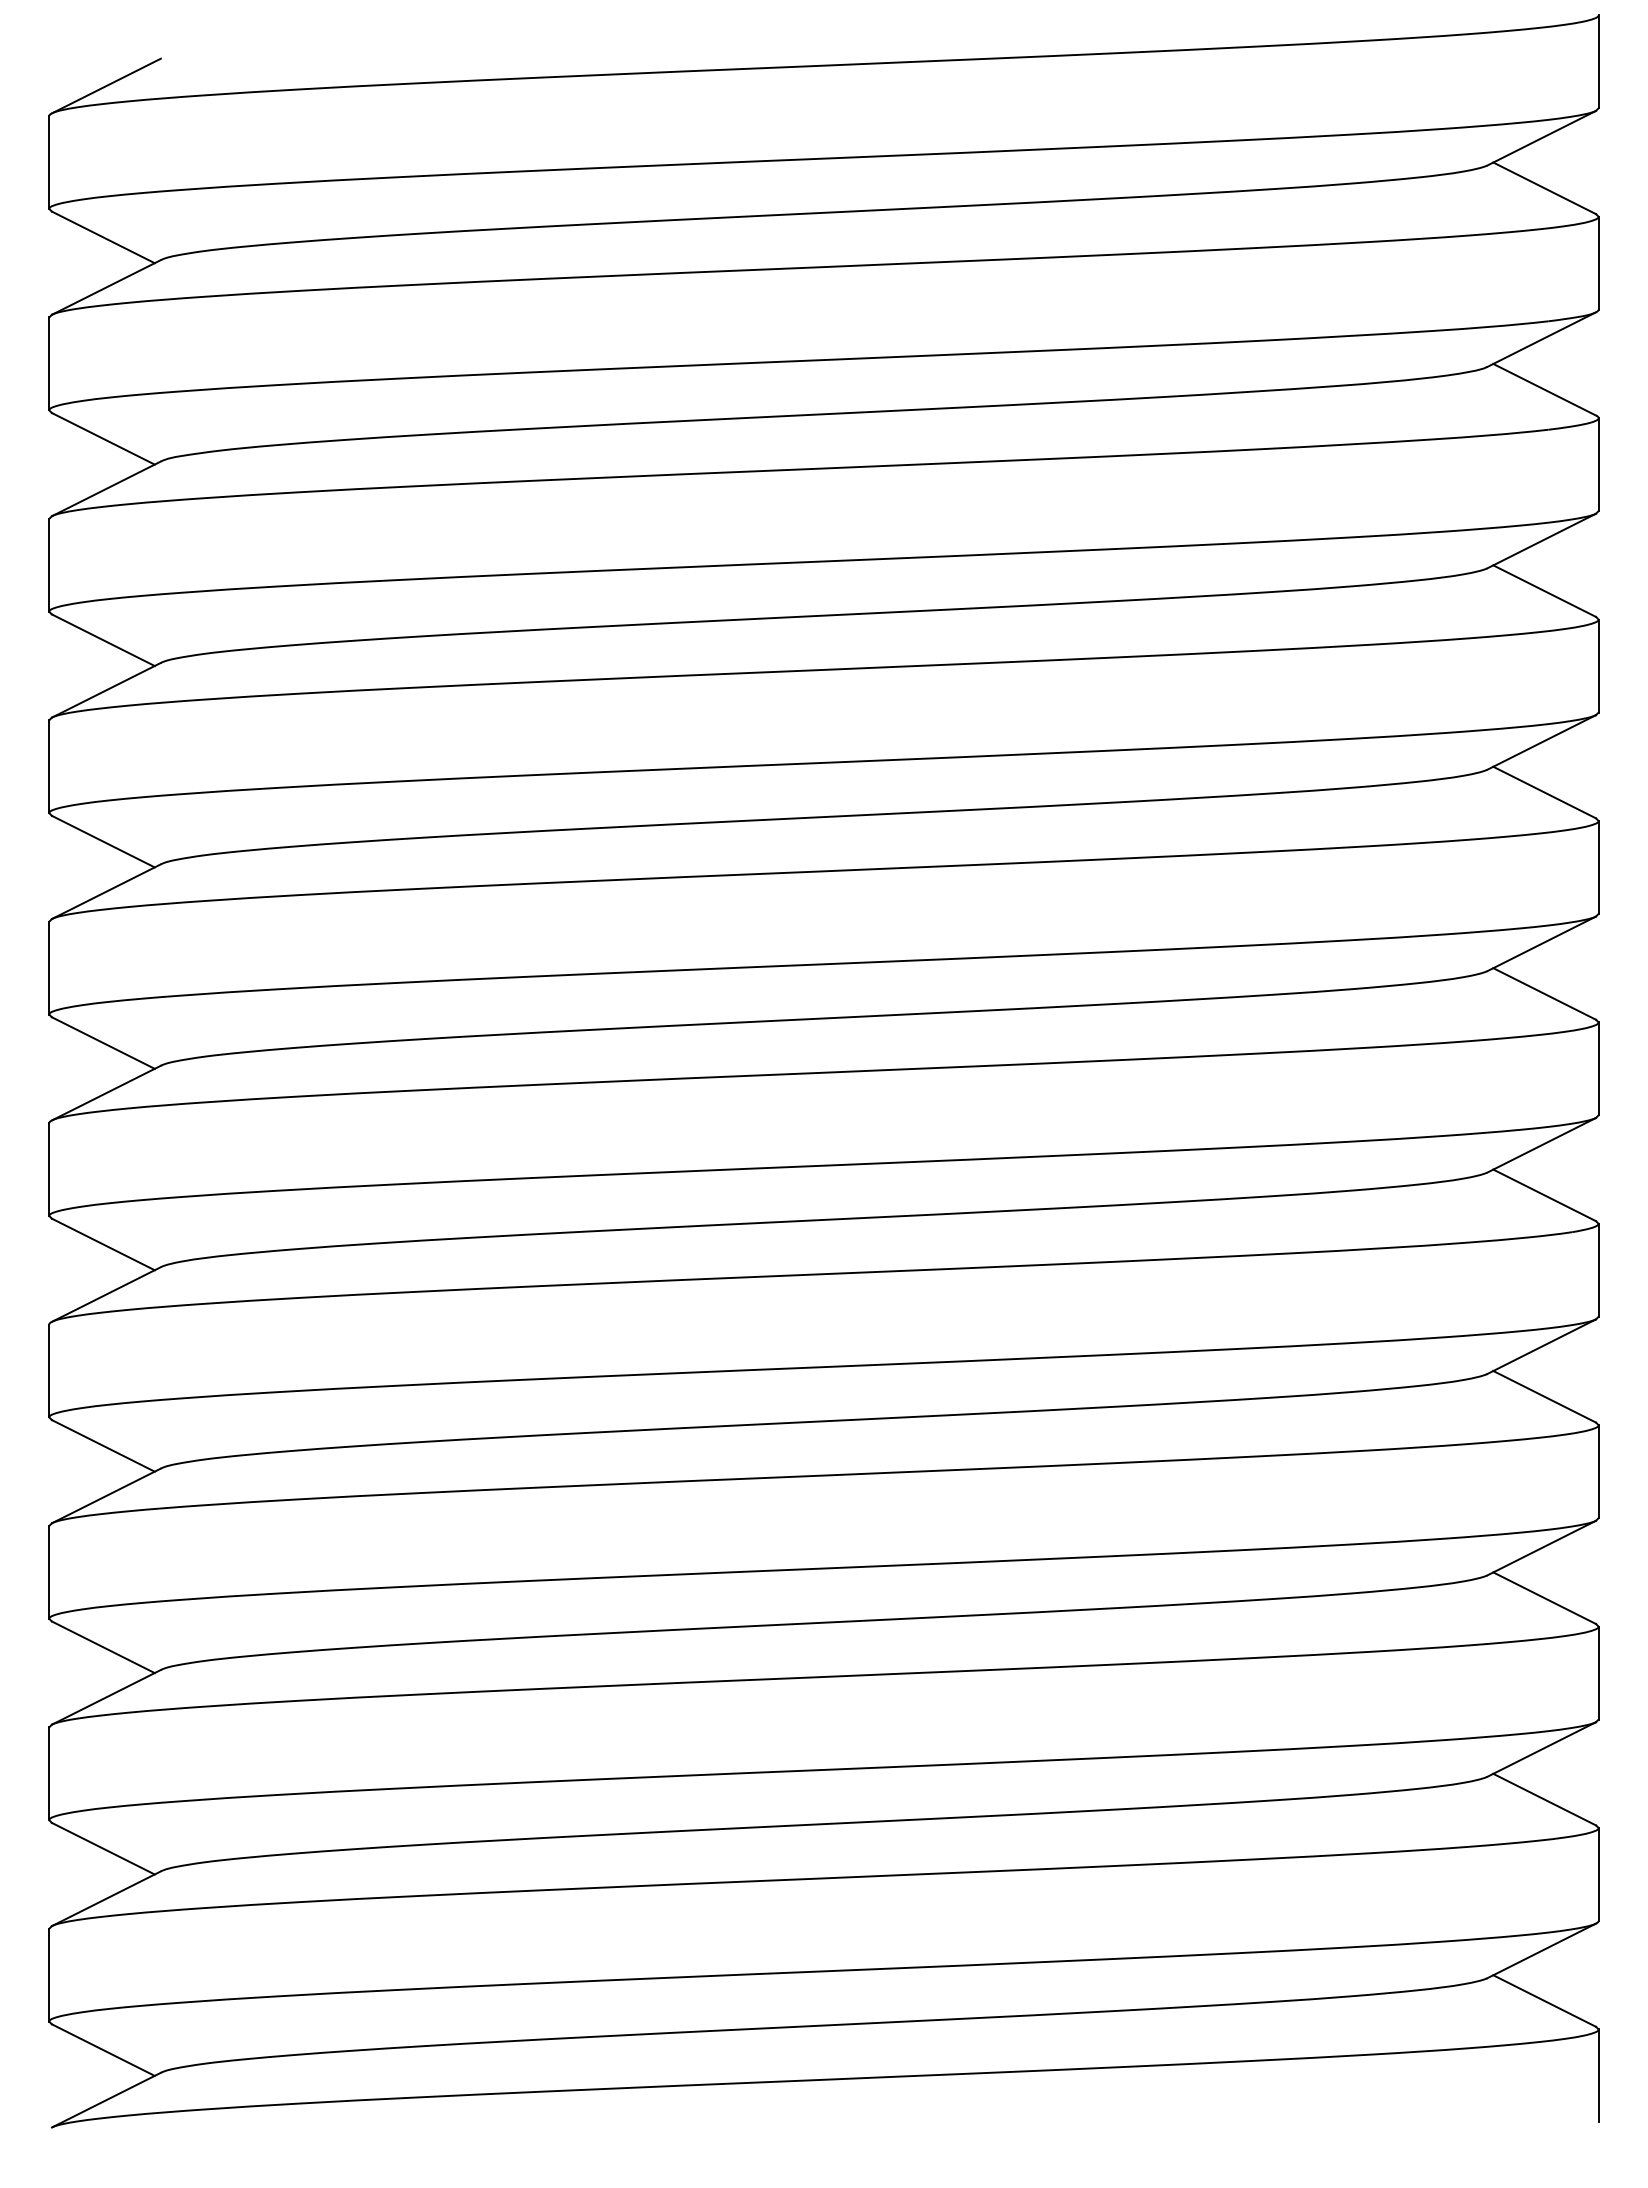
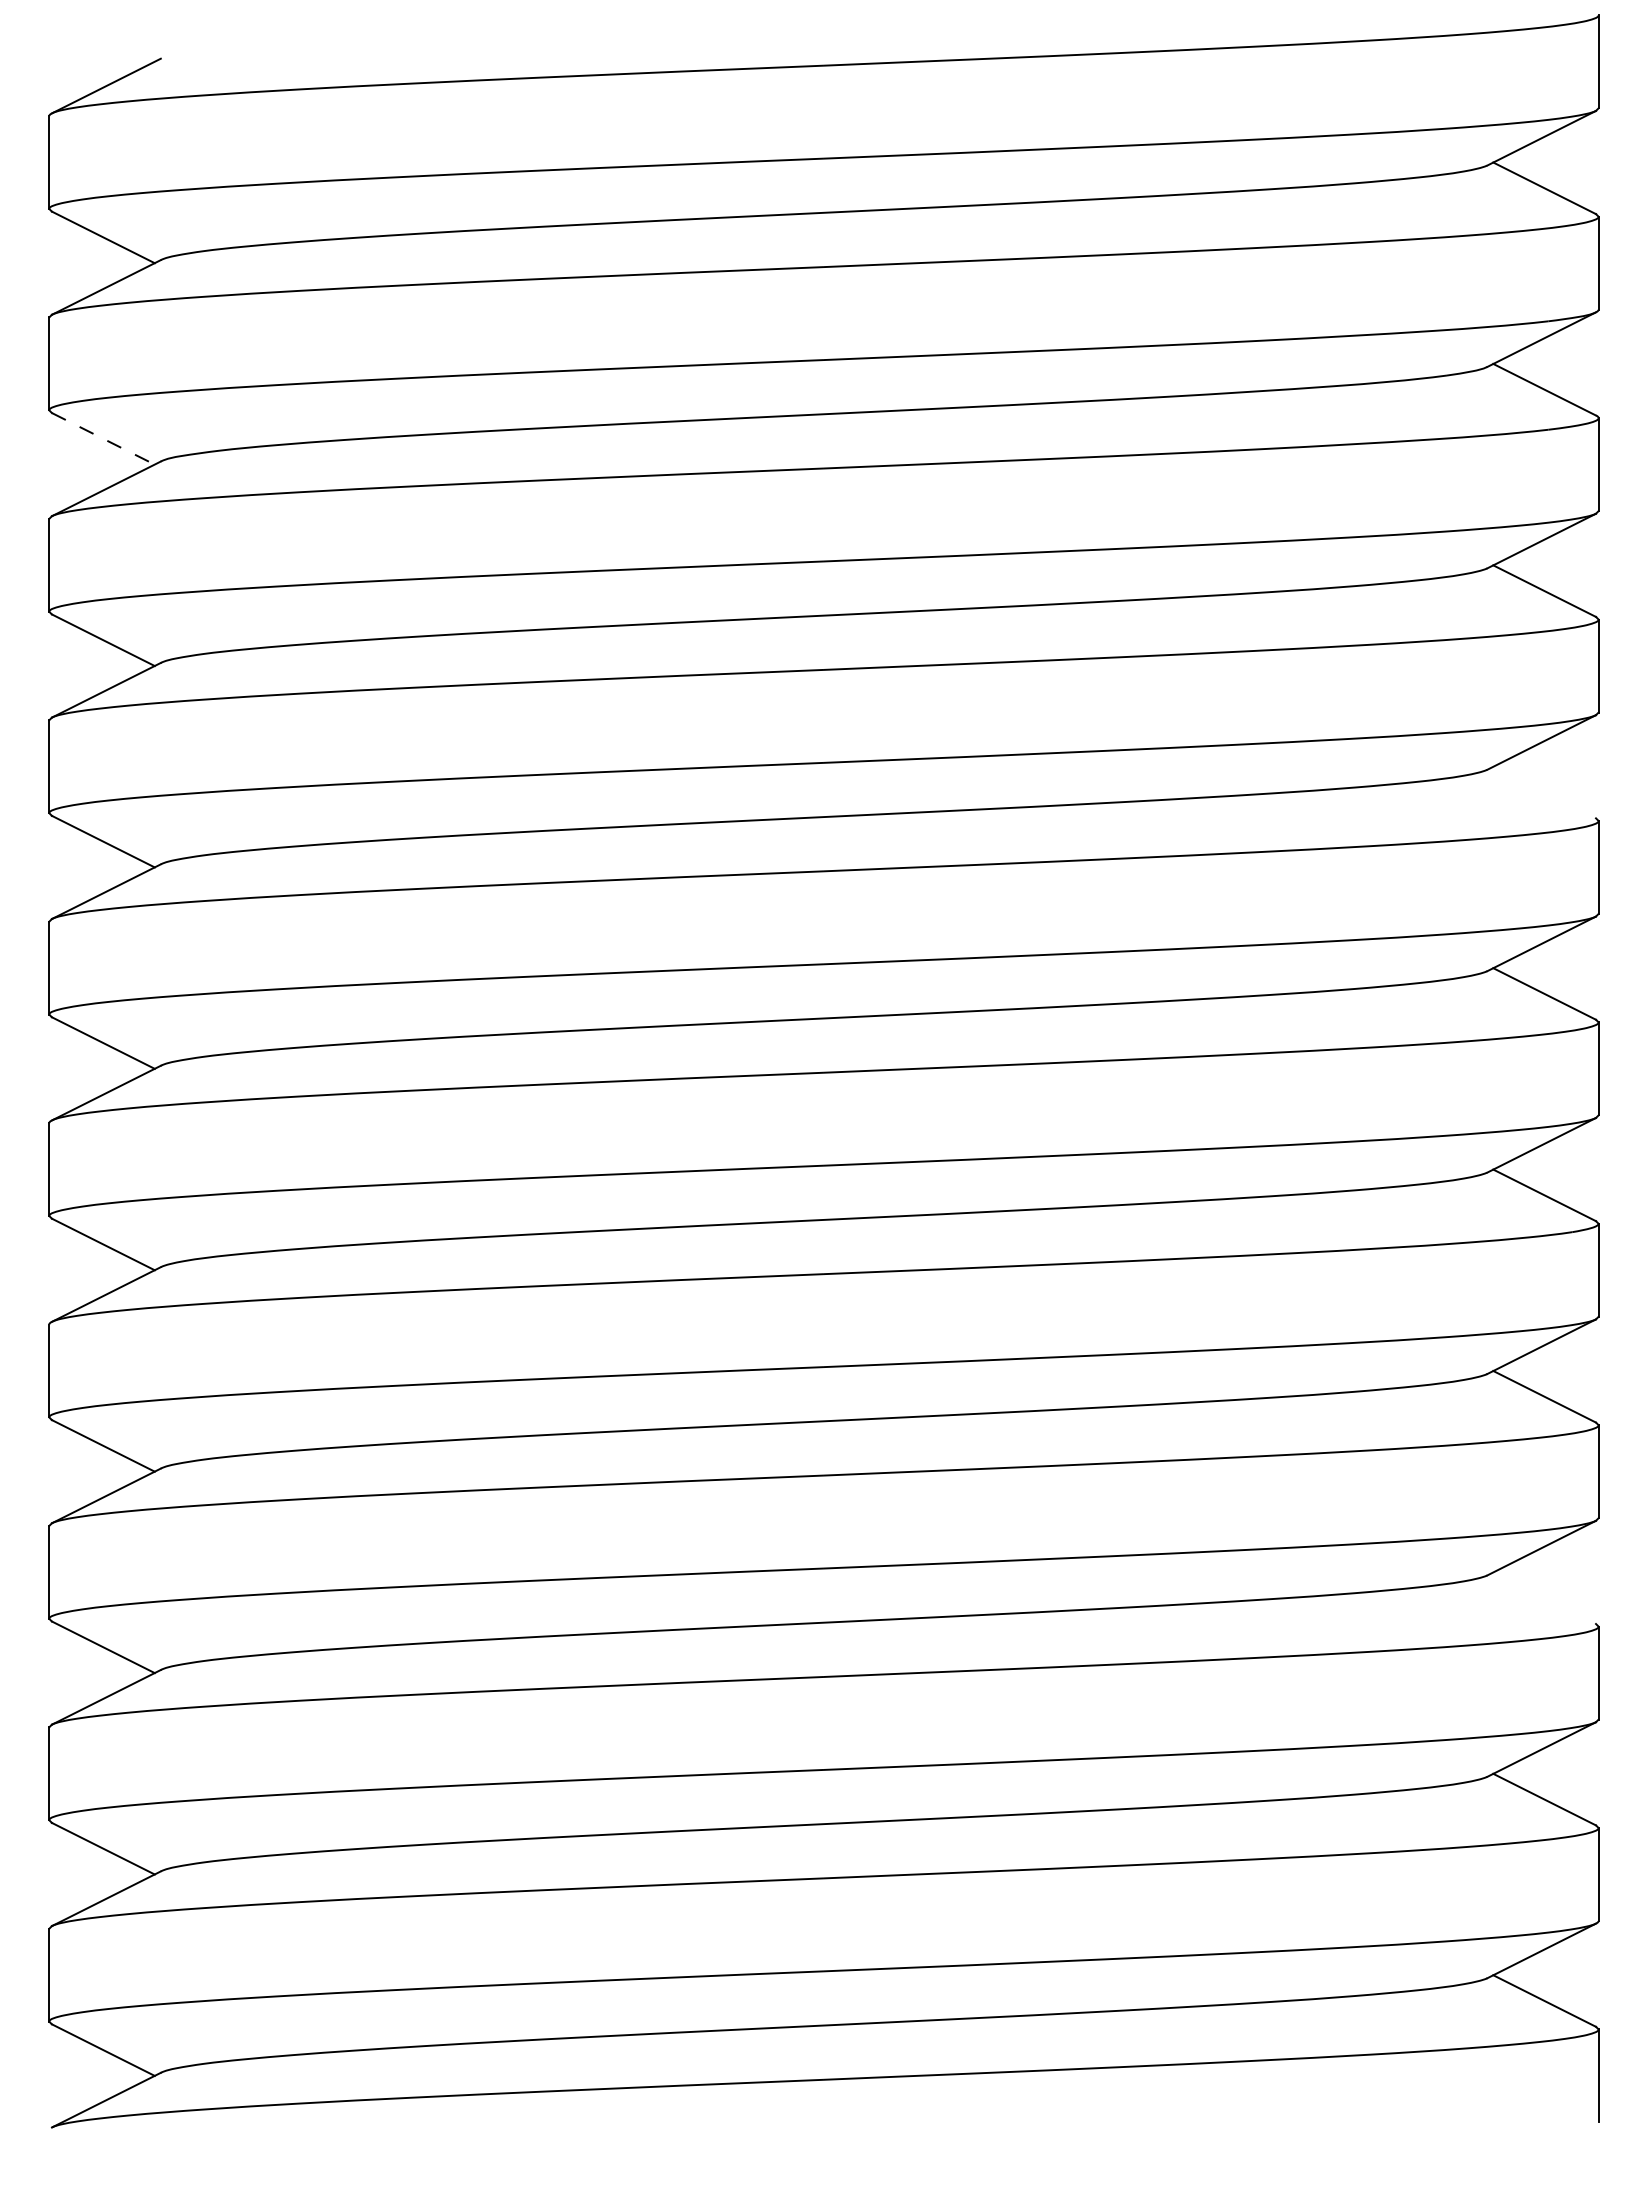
line at (103, 438): solid -> dashed
line at (1544, 792): present -> none
line at (1544, 1597): present -> none
